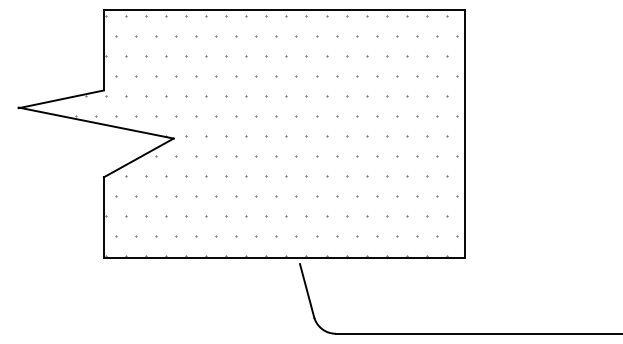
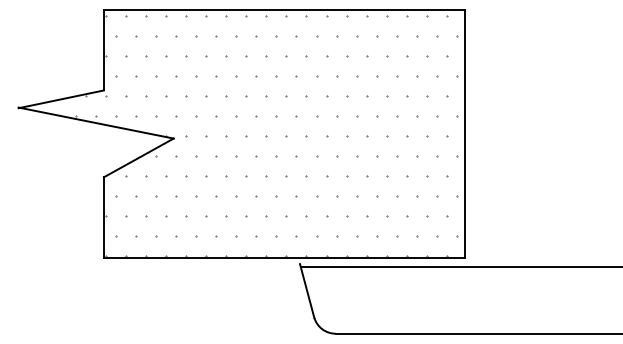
line at (459, 267): none -> present
